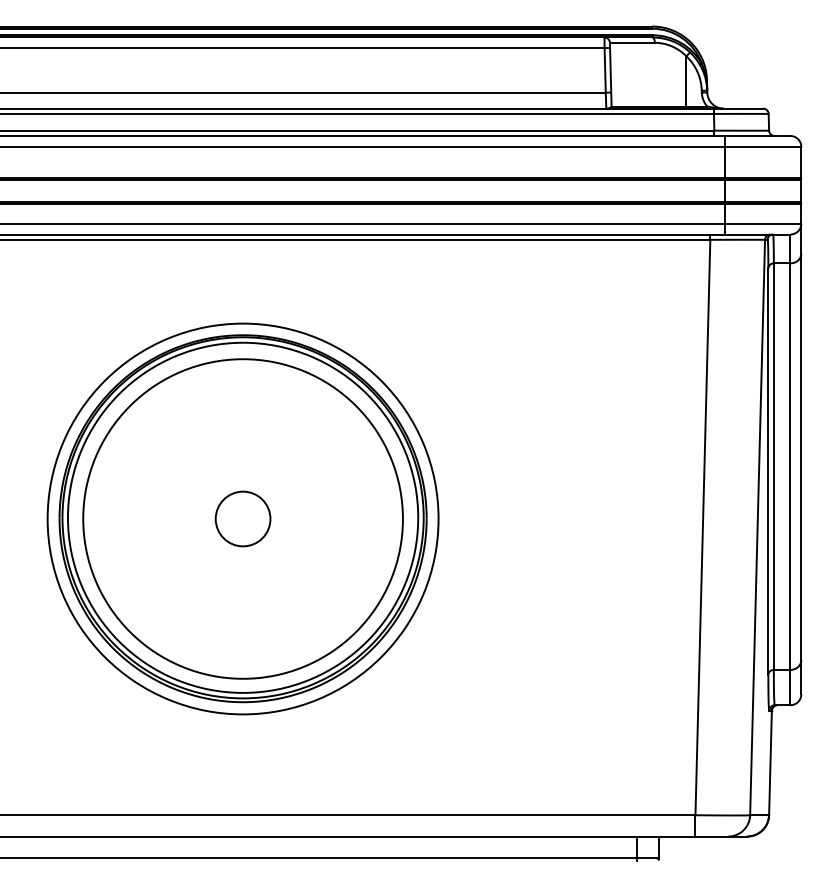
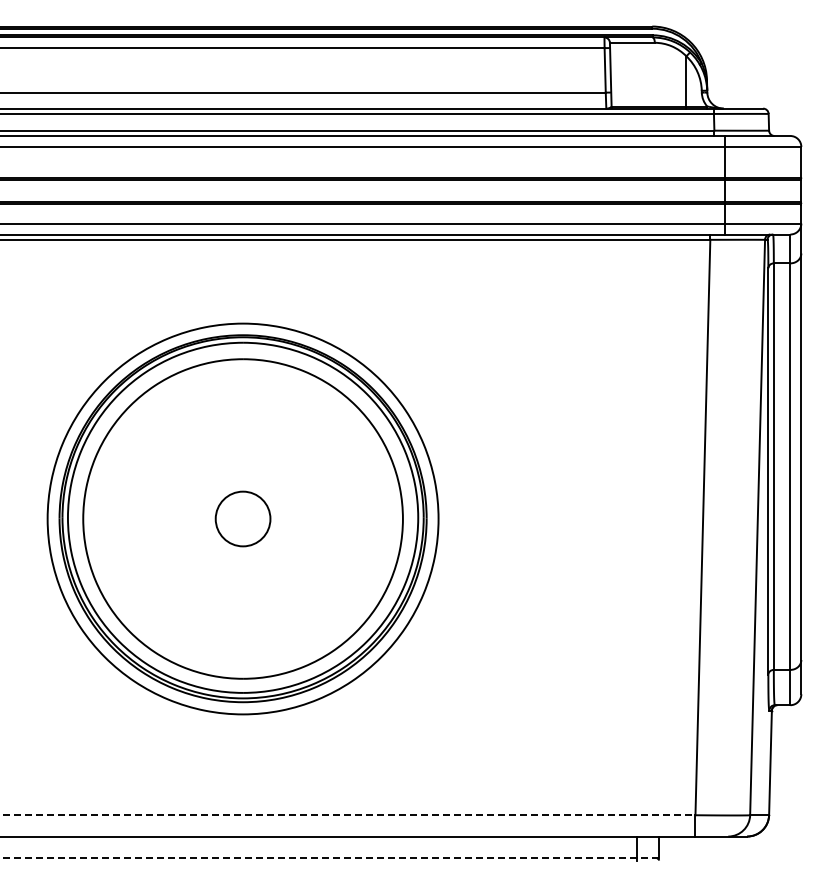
line at (348, 815): solid -> dashed
line at (329, 858): solid -> dashed
